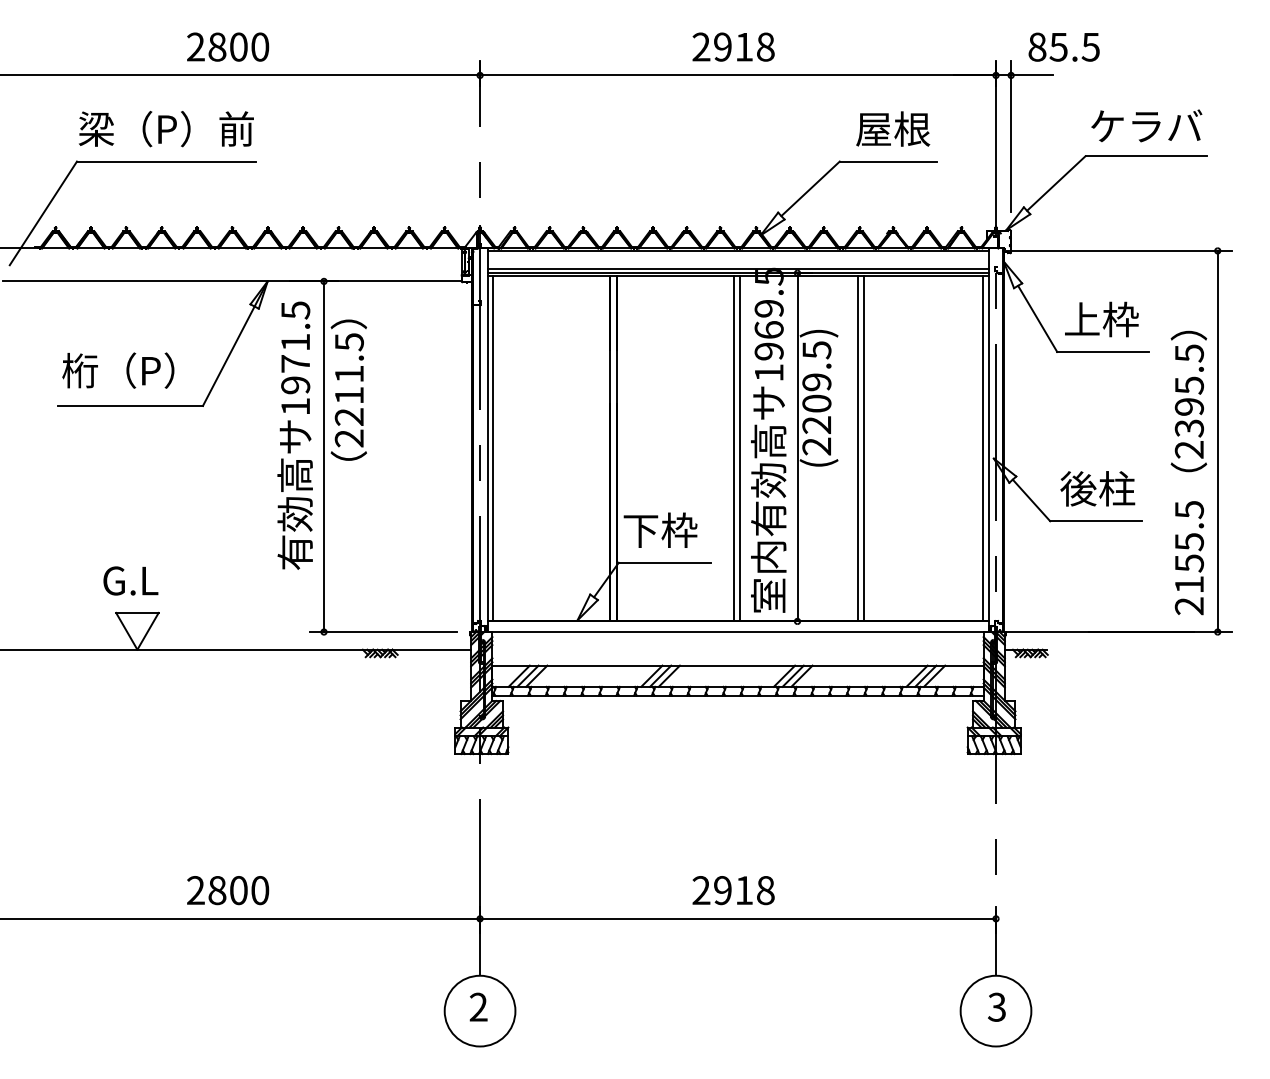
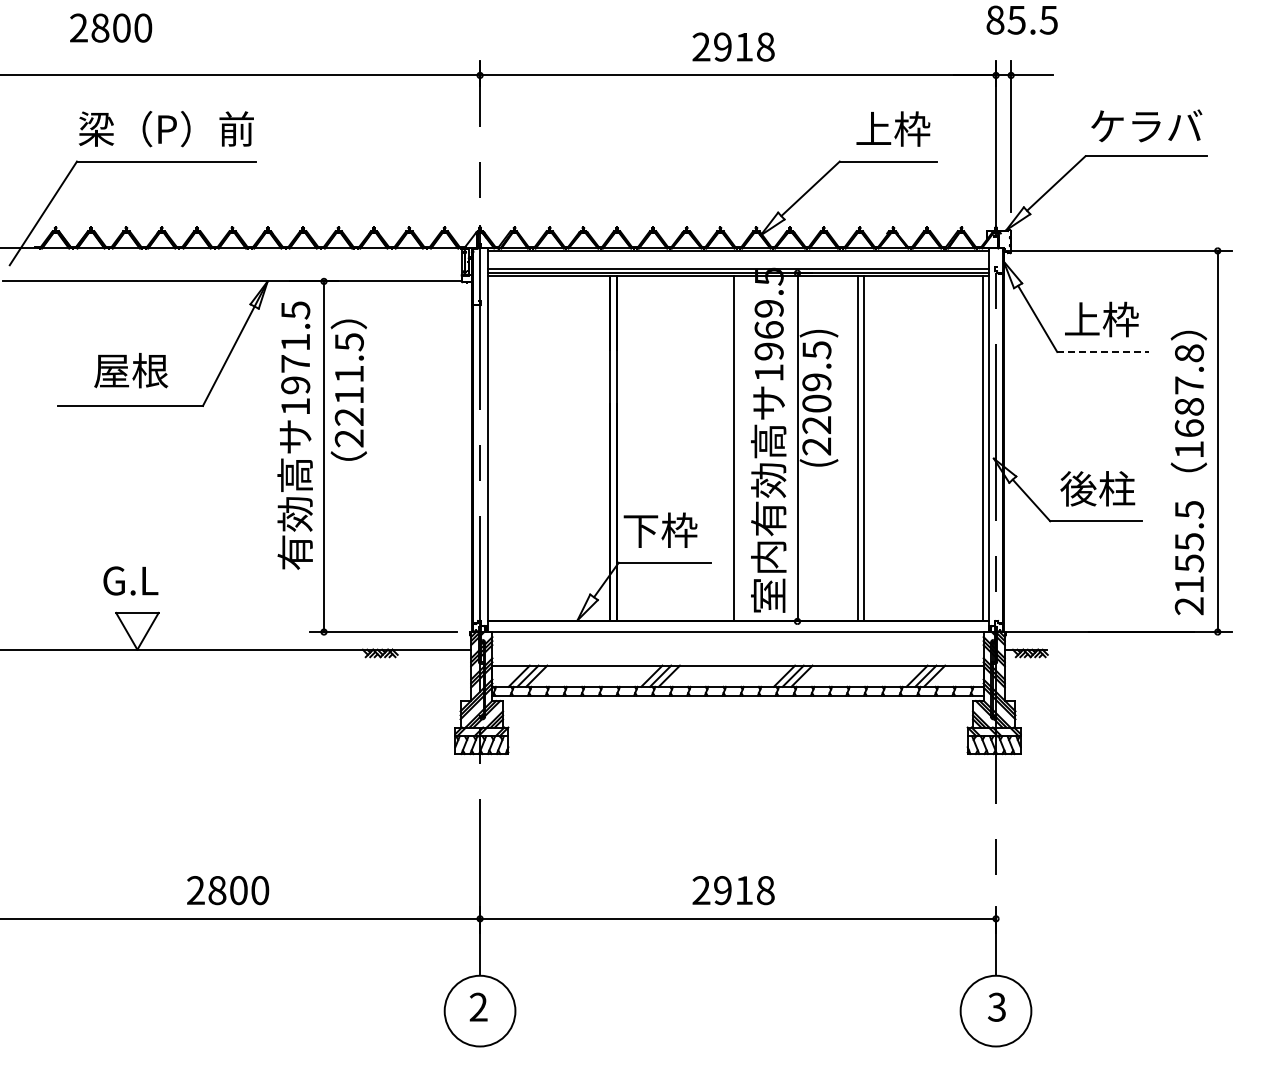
text at (228, 46) position: (228, 46) -> (111, 27)
text at (1063, 46) position: (1063, 46) -> (1021, 19)
text at (893, 128): 屋根 -> 上枠
line at (1103, 352): solid -> dashed
text at (118, 370): 桁（P） -> 屋根
text at (1189, 401): 2395.5 -> 1687.8
line at (492, 448): present -> none
line at (740, 448): present -> none
